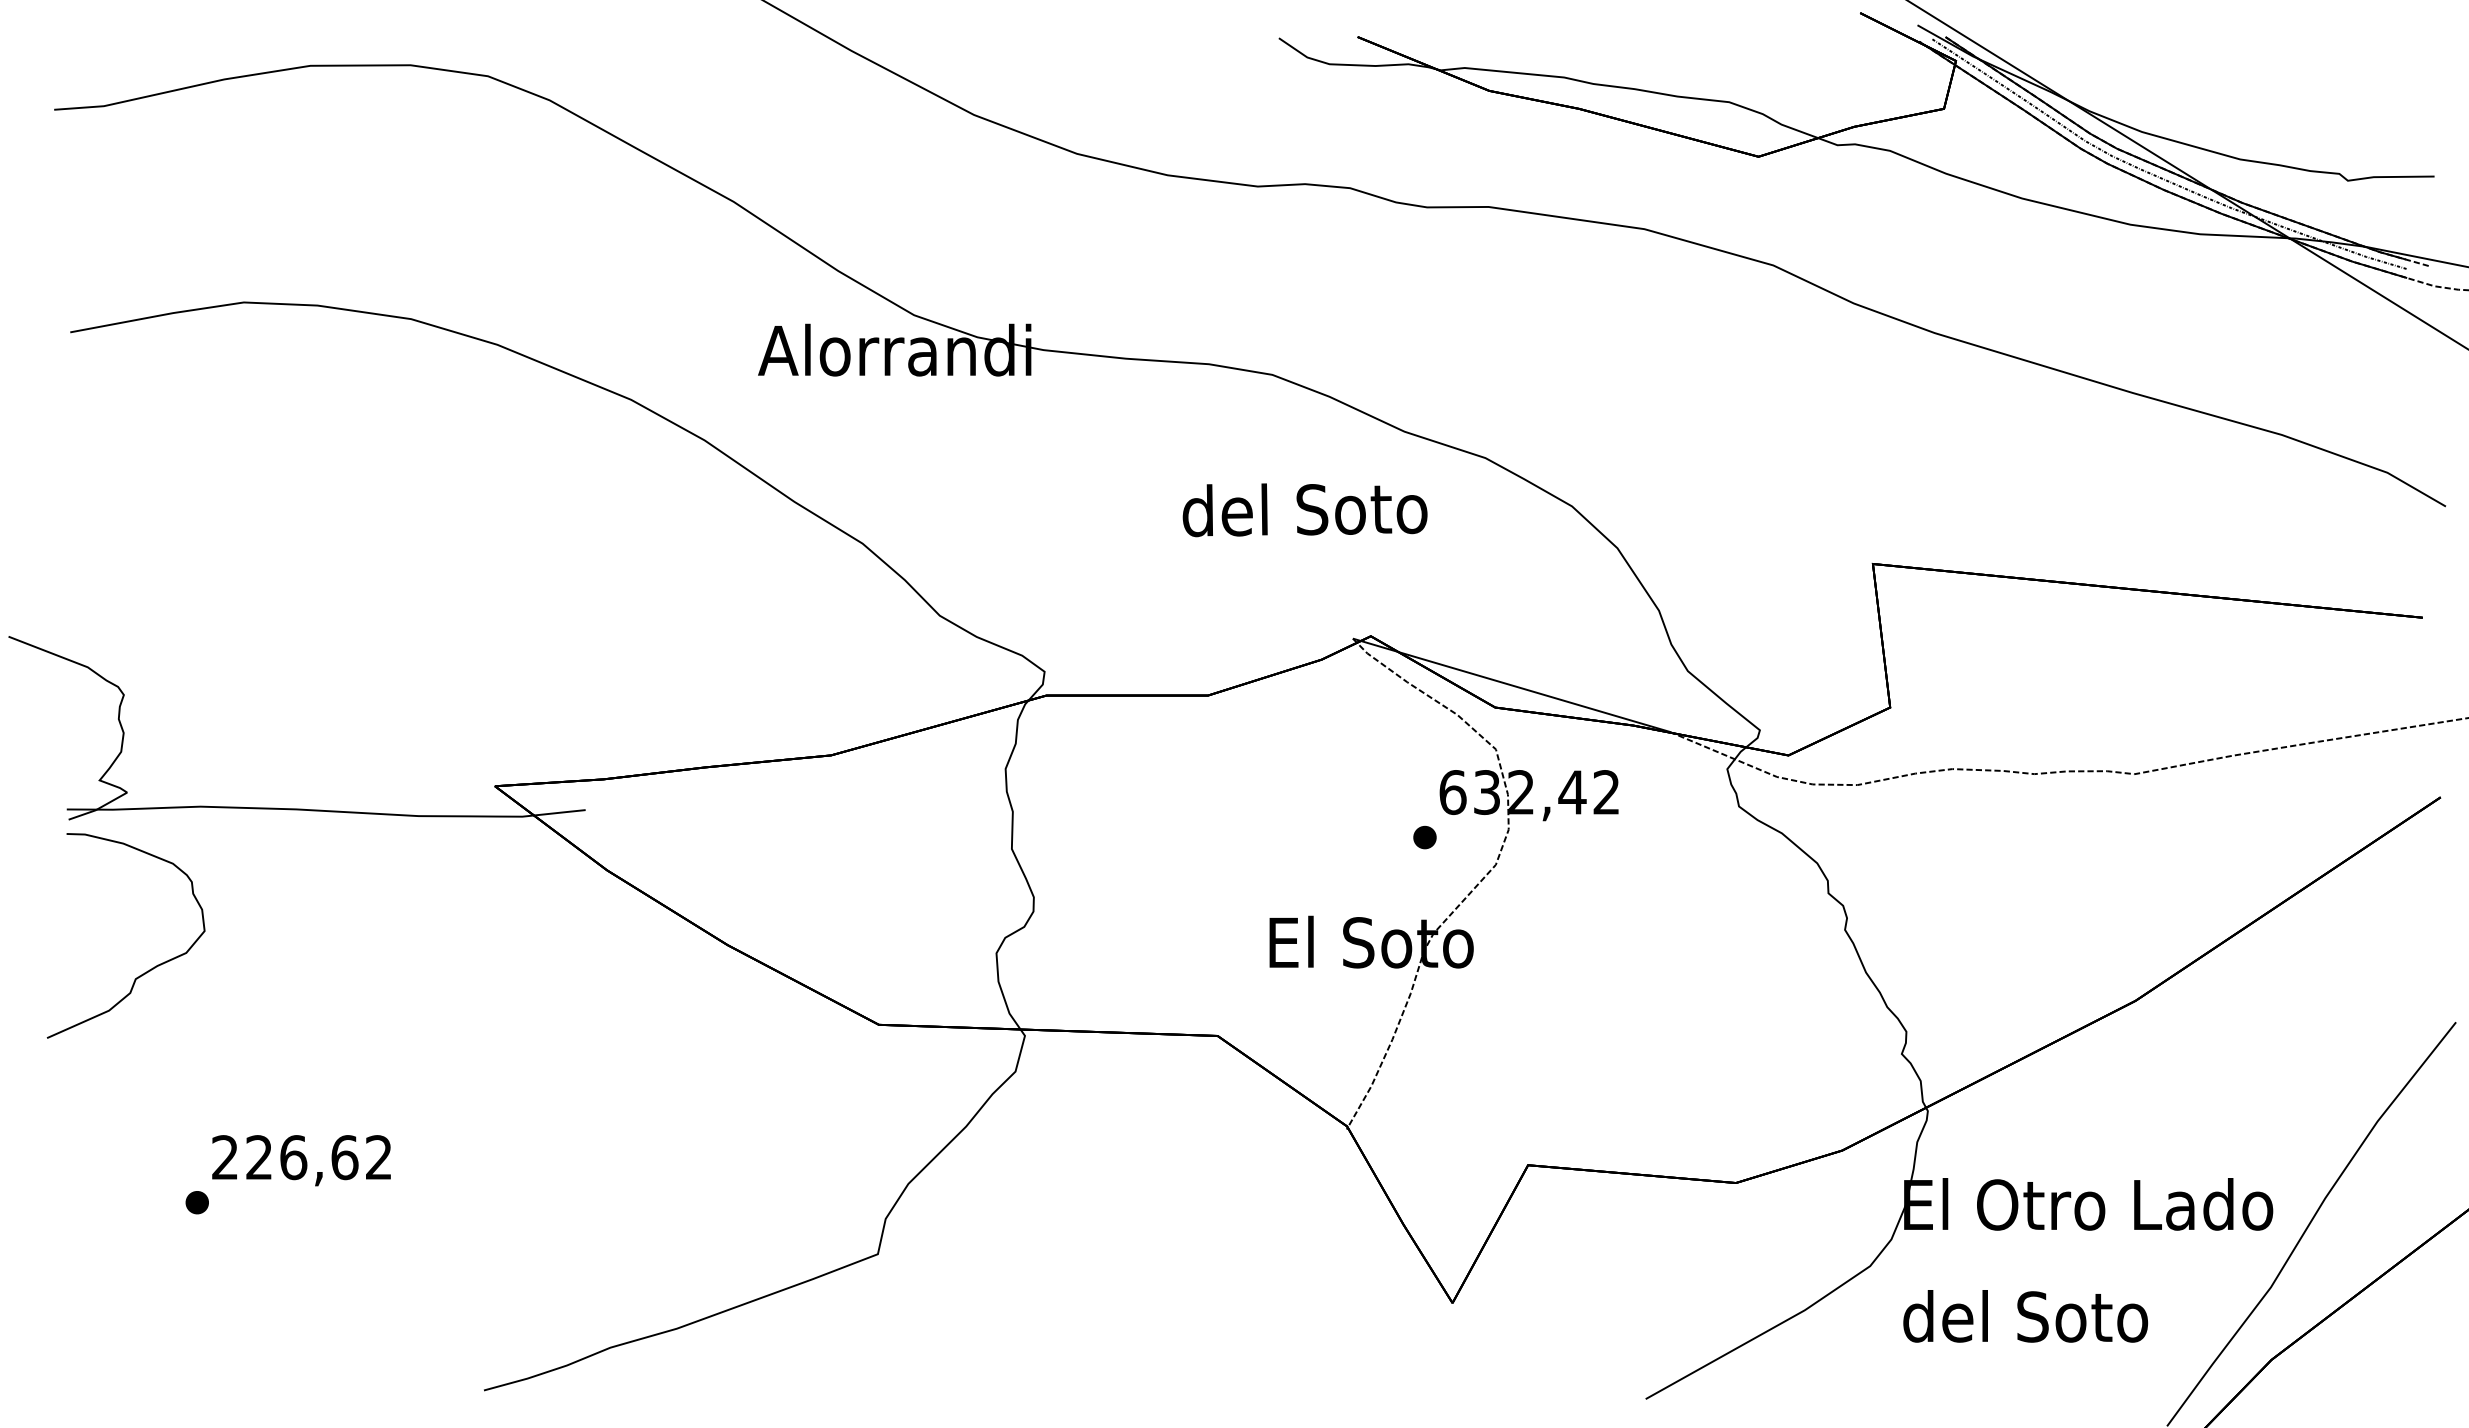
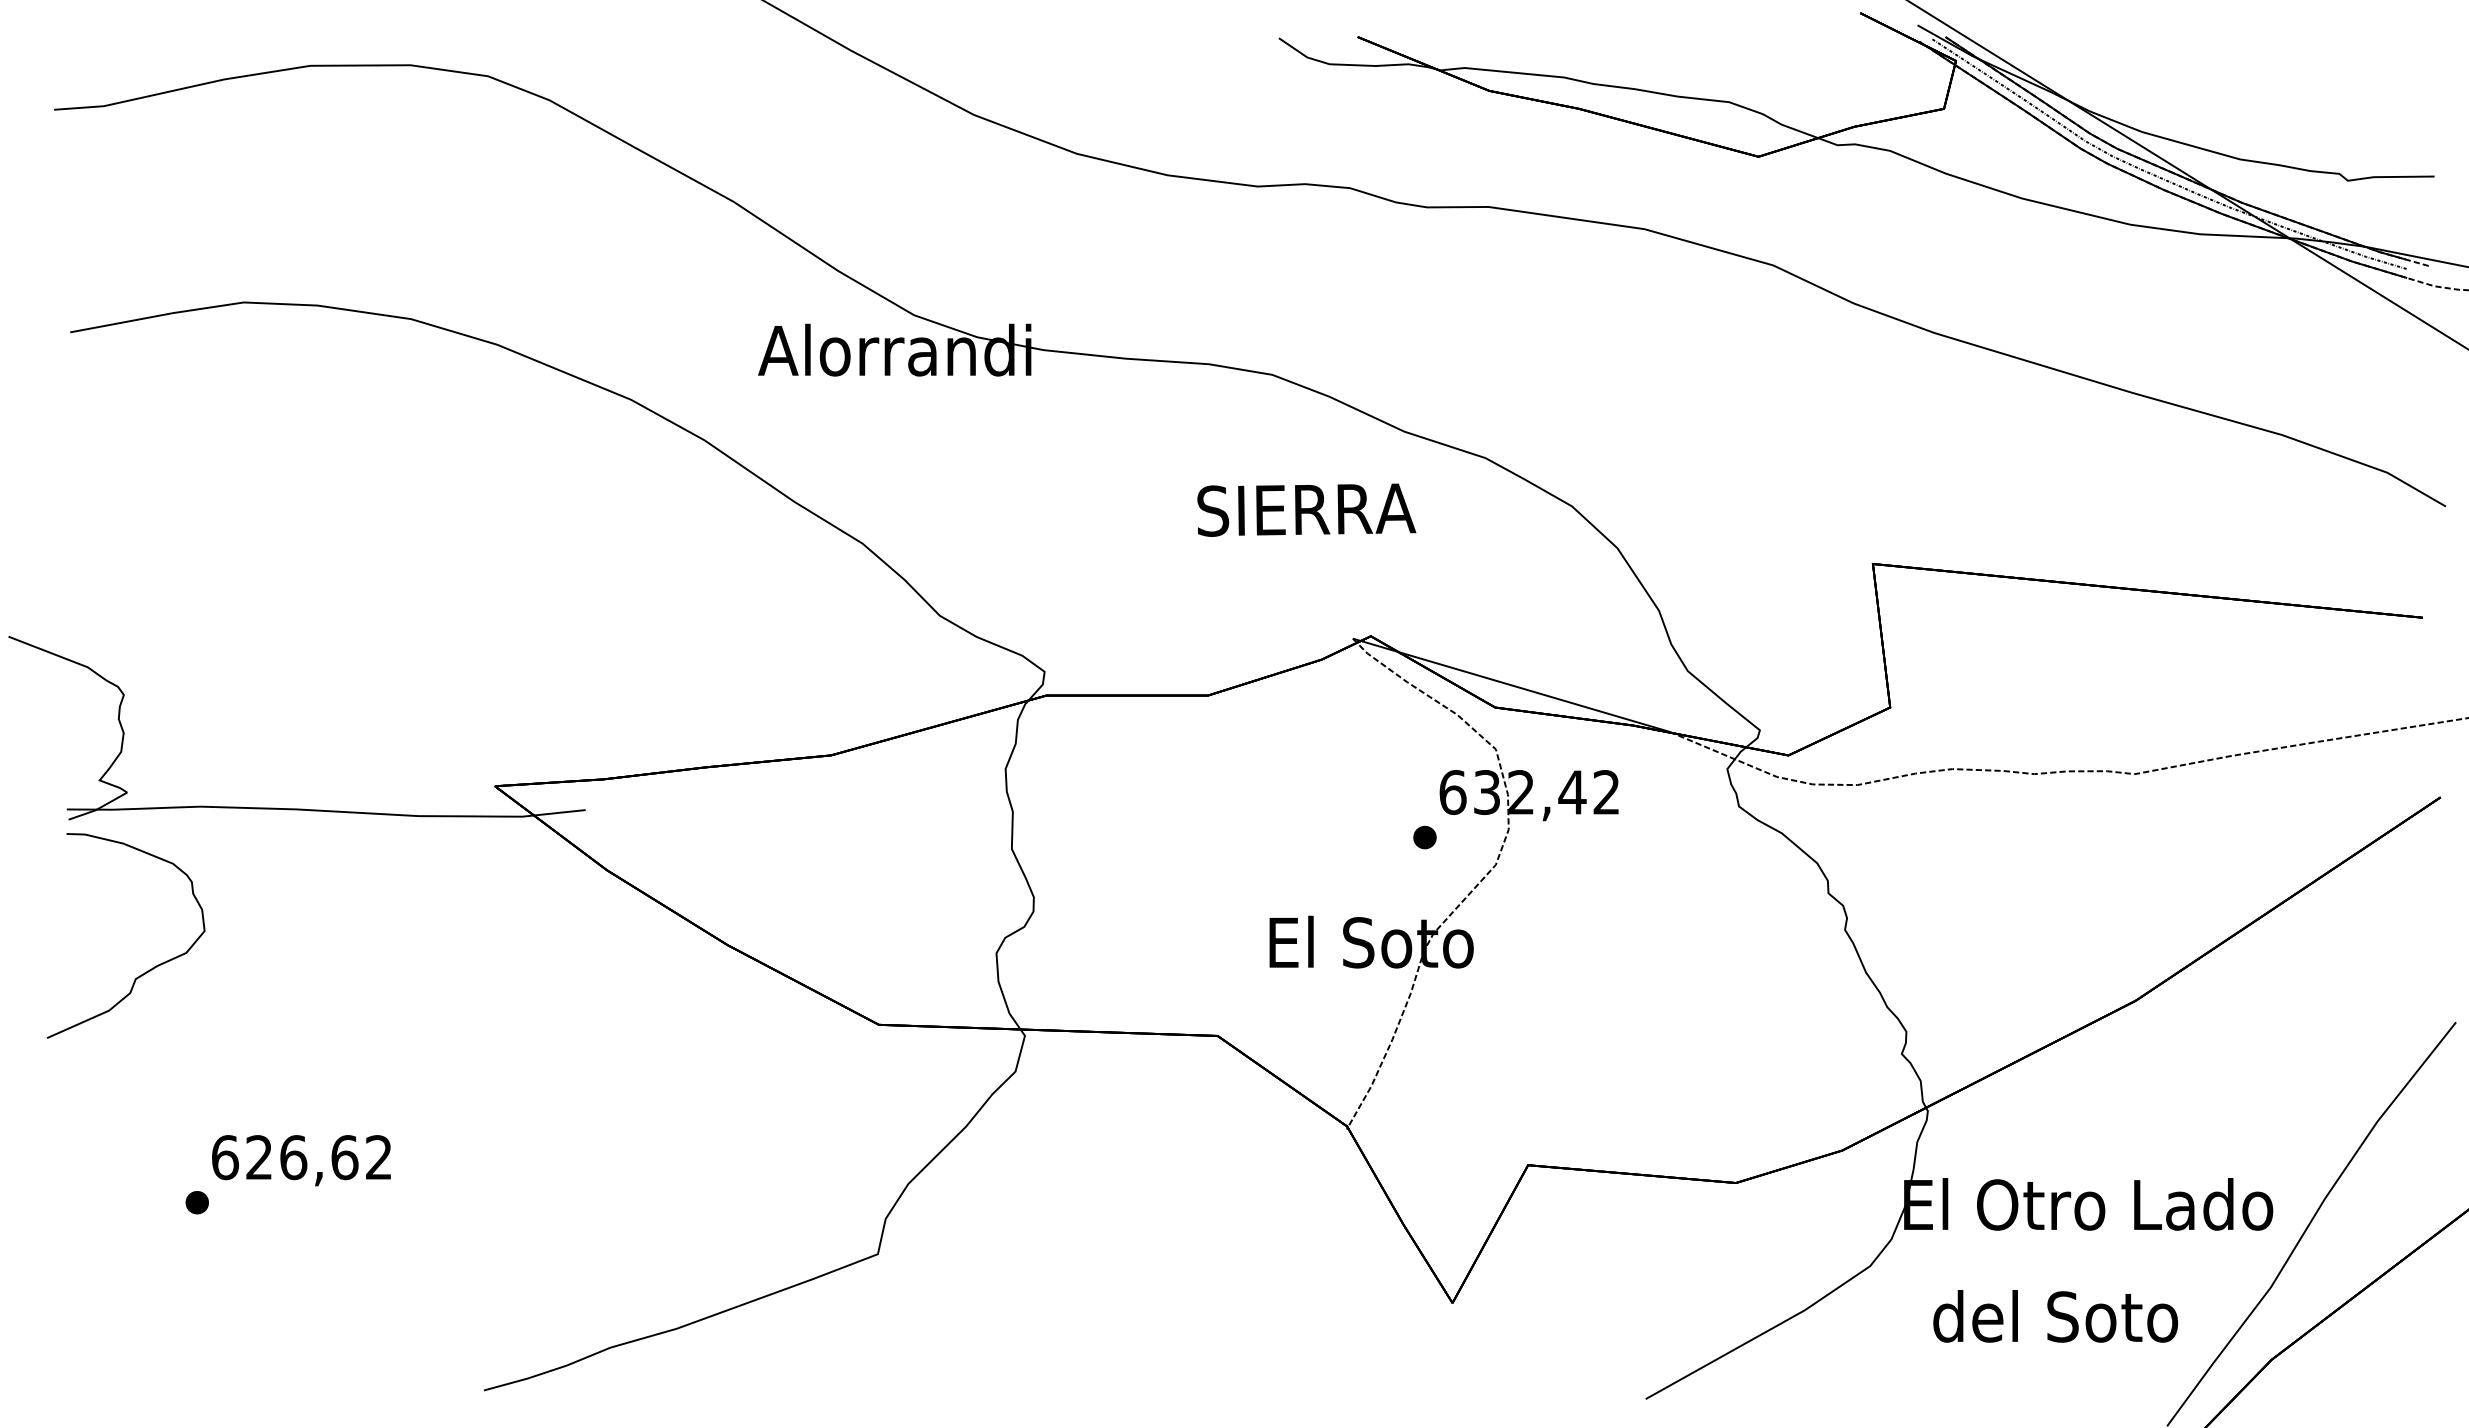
text at (1304, 510): del Soto -> SIERRA
text at (225, 1157): 226,62 -> 626,62
text at (2025, 1316) position: (2025, 1316) -> (2055, 1316)
